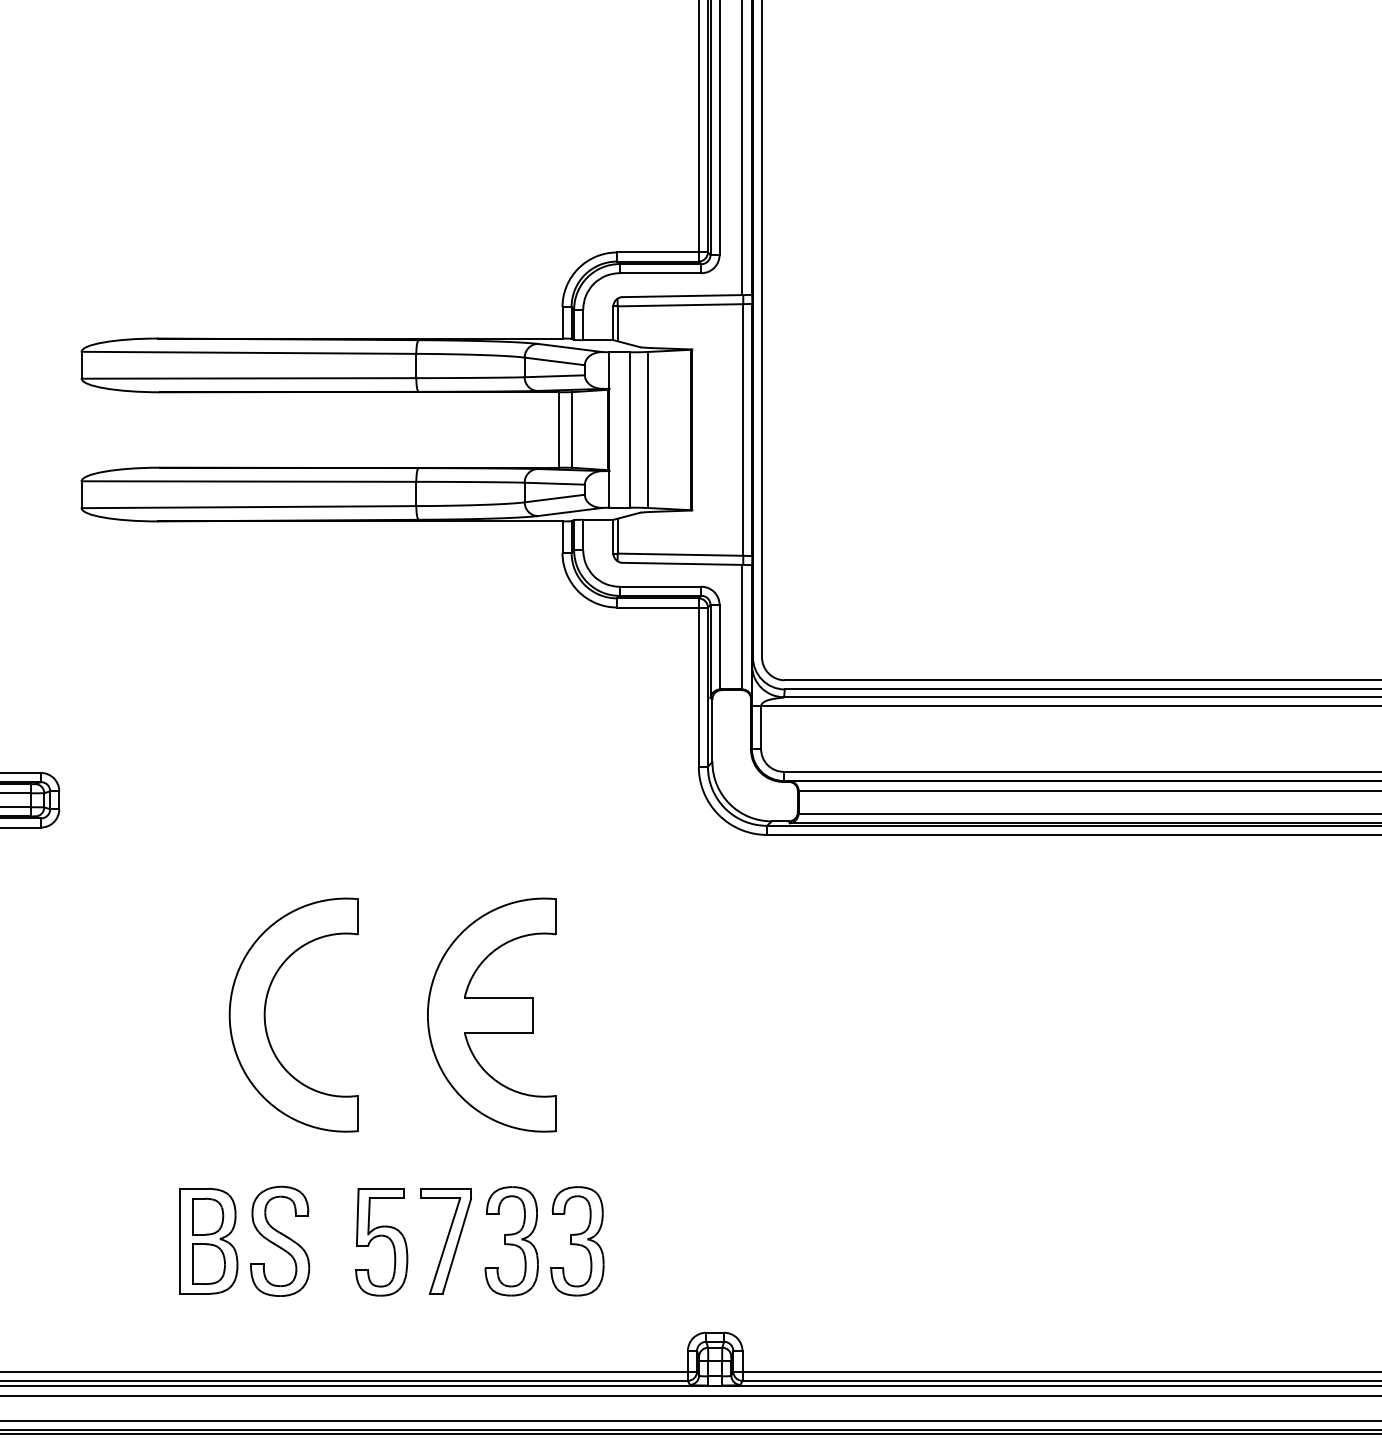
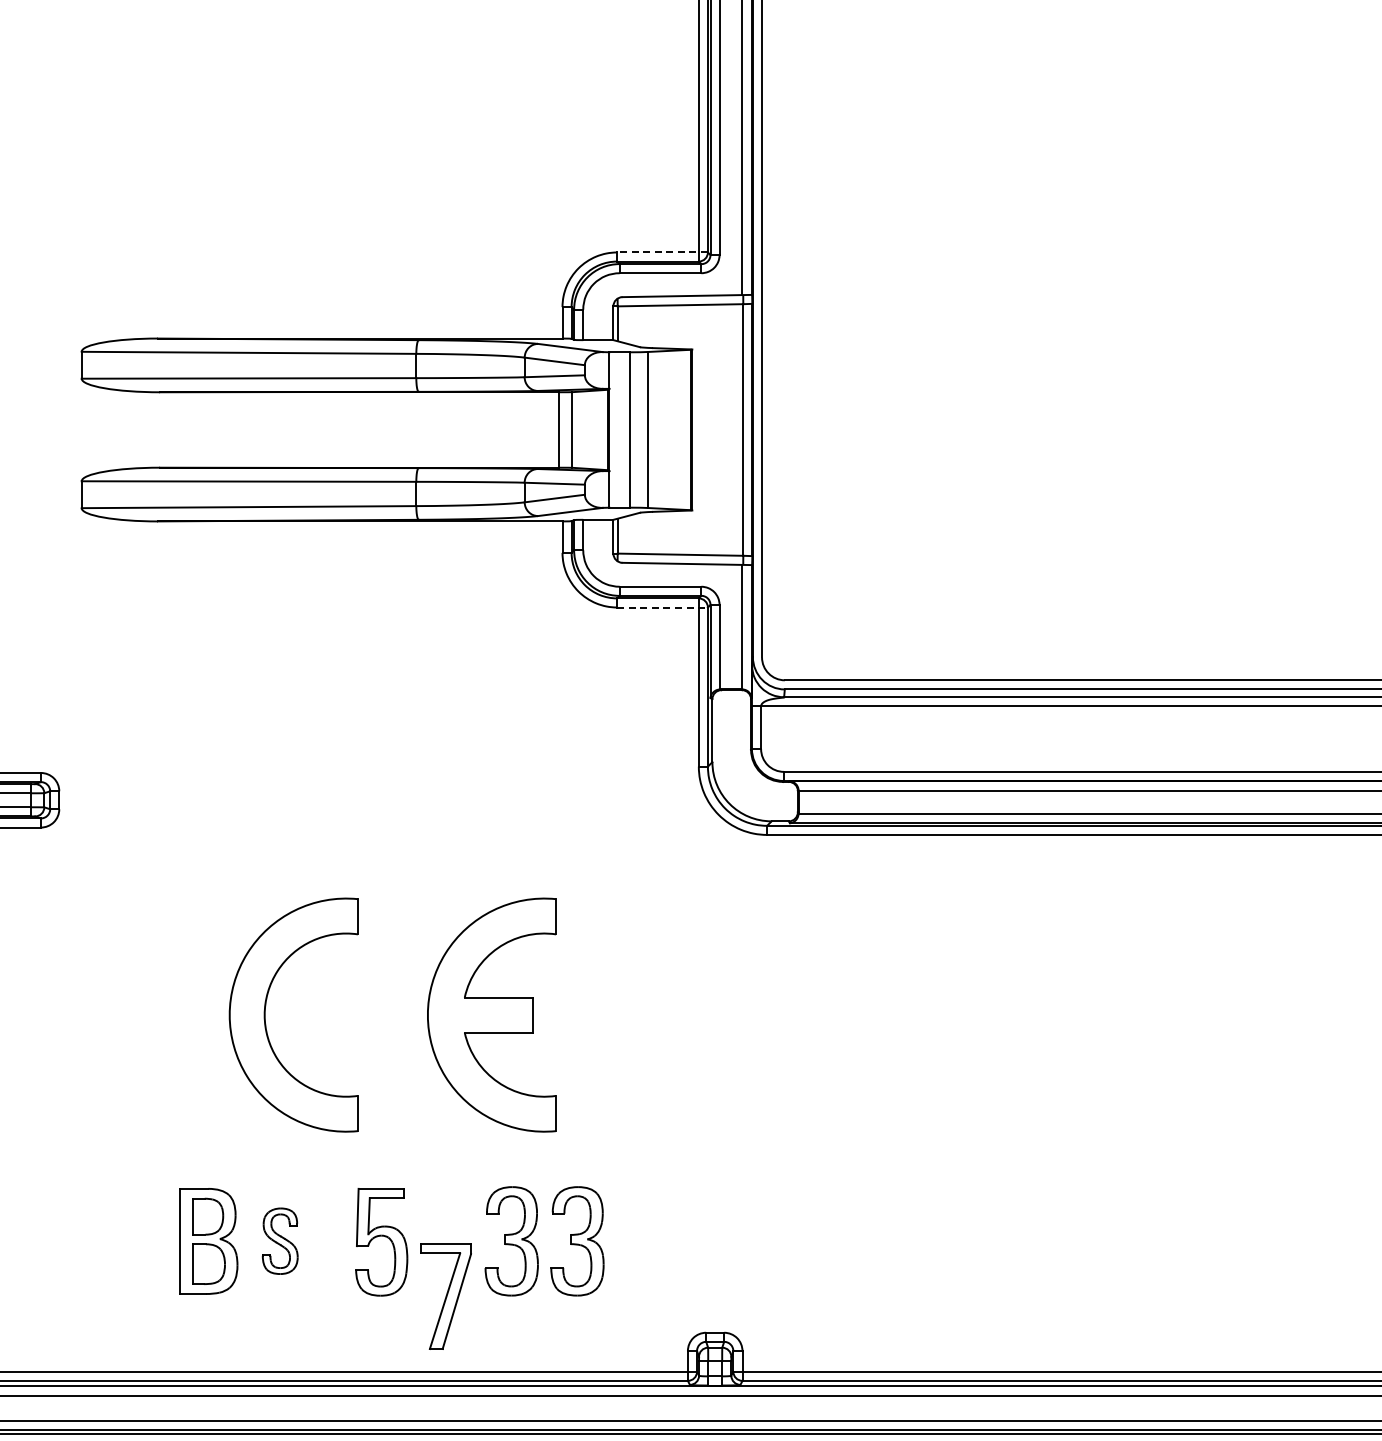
line at (662, 252): solid -> dashed
line at (663, 607): solid -> dashed
part at (280, 1240) size: 61x112 px -> 38x68 px
part at (445, 1241) position: (445, 1241) -> (445, 1296)
